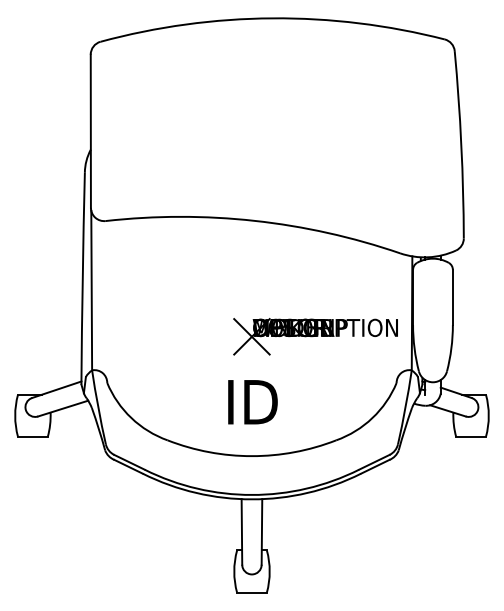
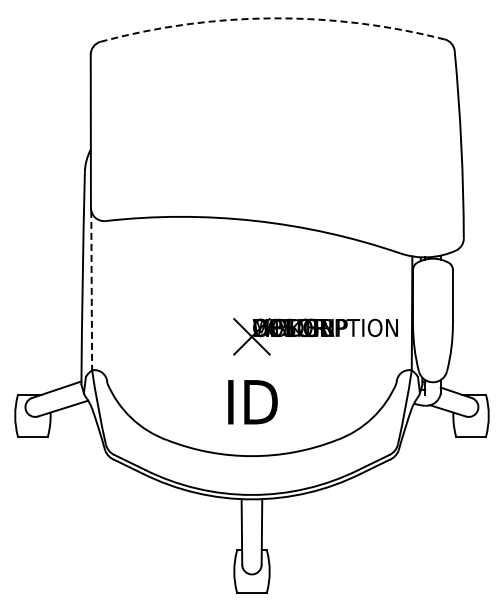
arc at (272, 18): solid -> dashed
line at (91, 290): solid -> dashed
